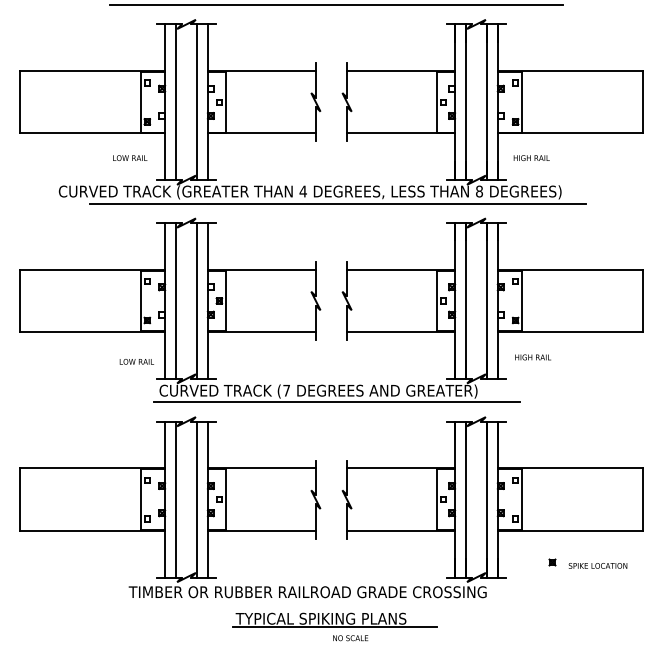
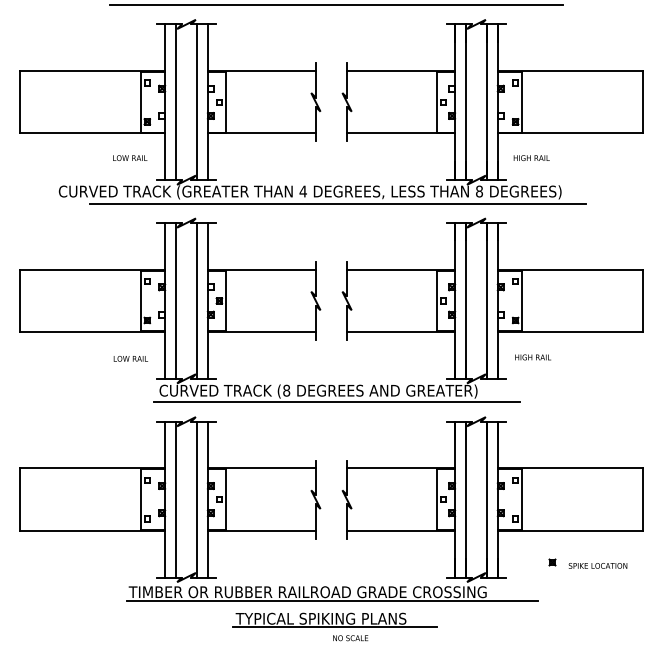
text at (136, 361) position: (136, 361) -> (130, 358)
text at (286, 390): (7 -> (8
line at (332, 601): none -> present
